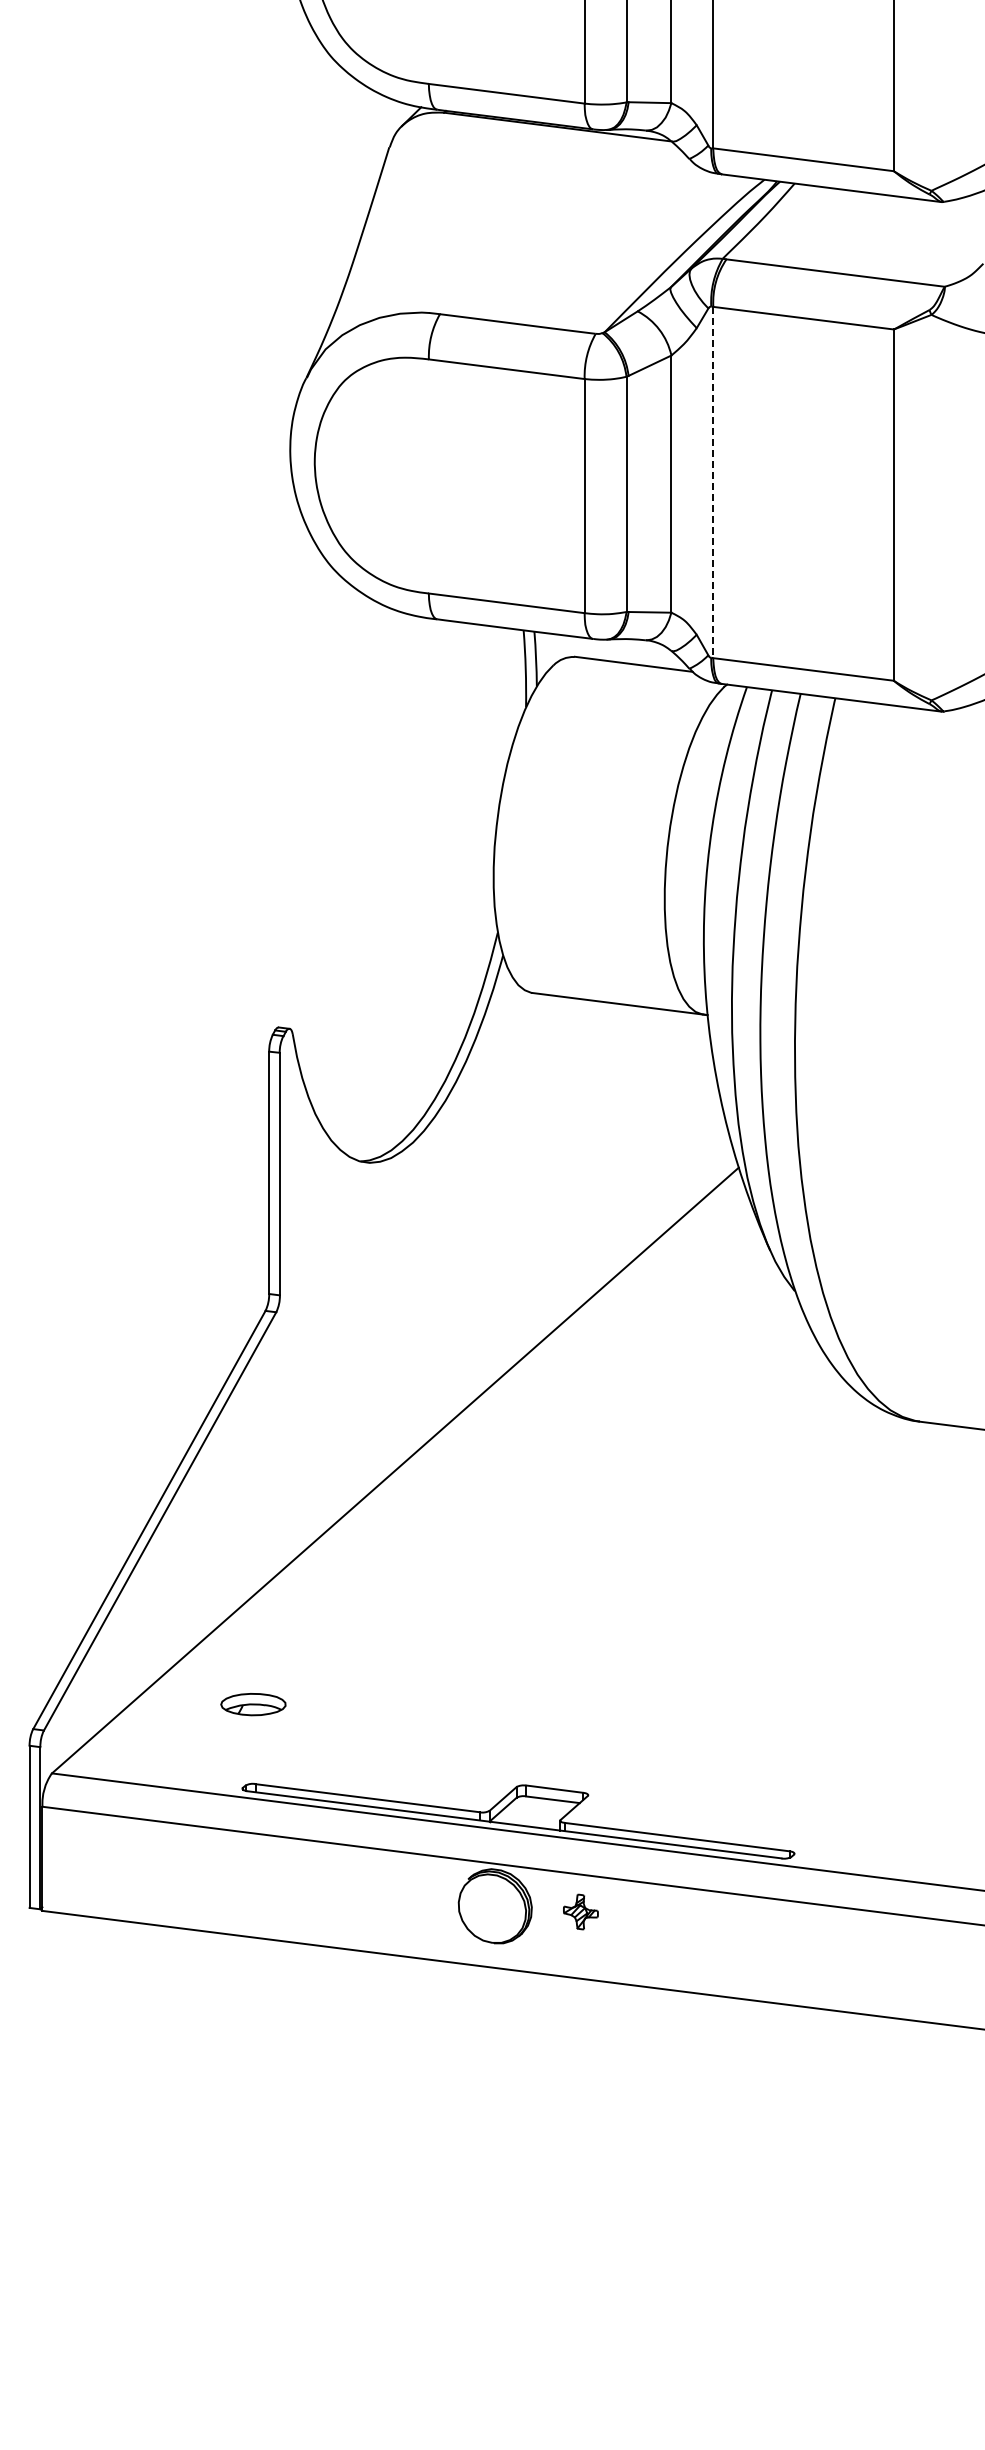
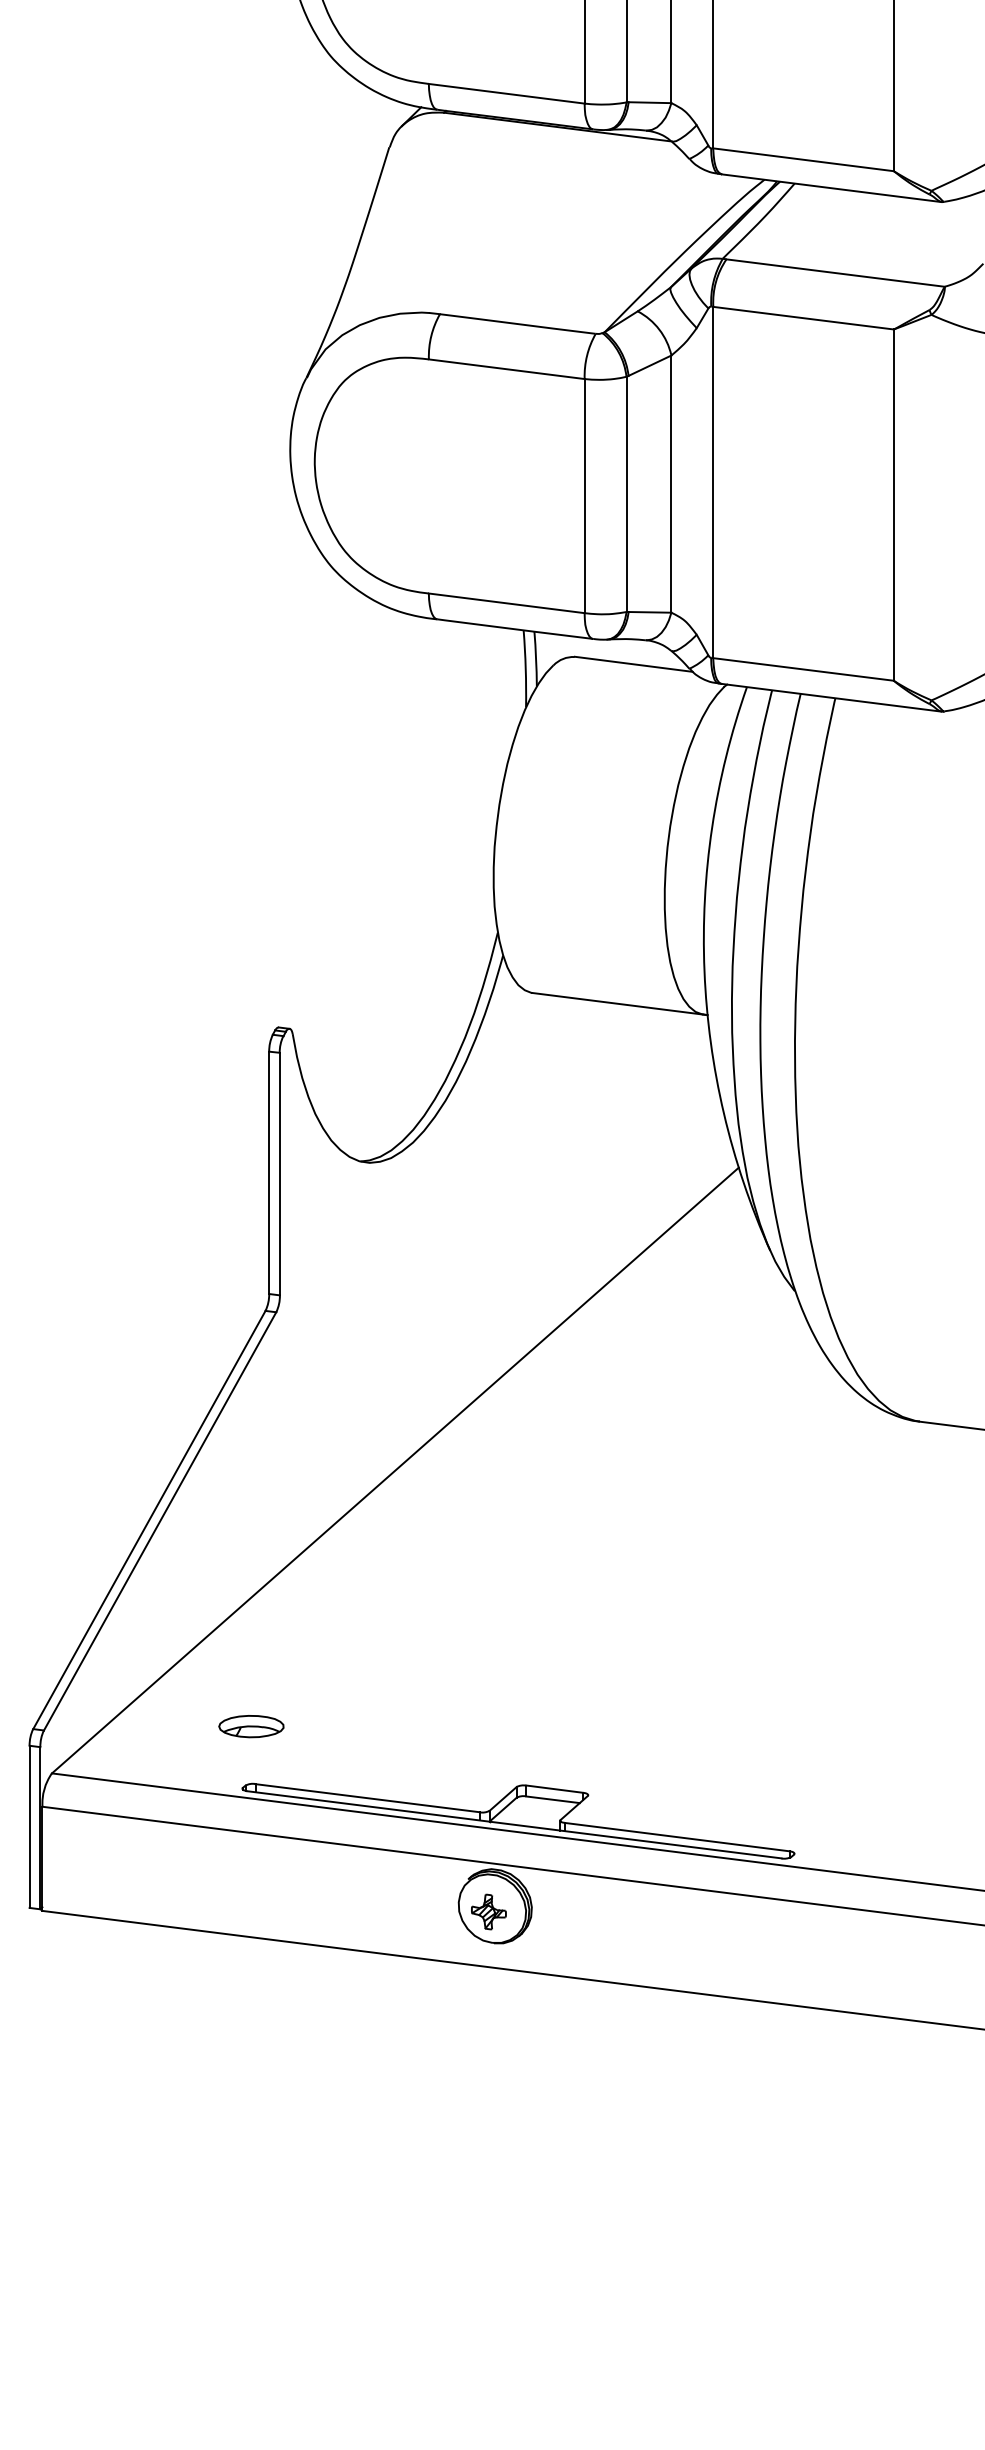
line at (713, 482): dashed -> solid
part at (253, 1704) position: (253, 1704) -> (251, 1726)
part at (580, 1911) position: (580, 1911) -> (488, 1911)
